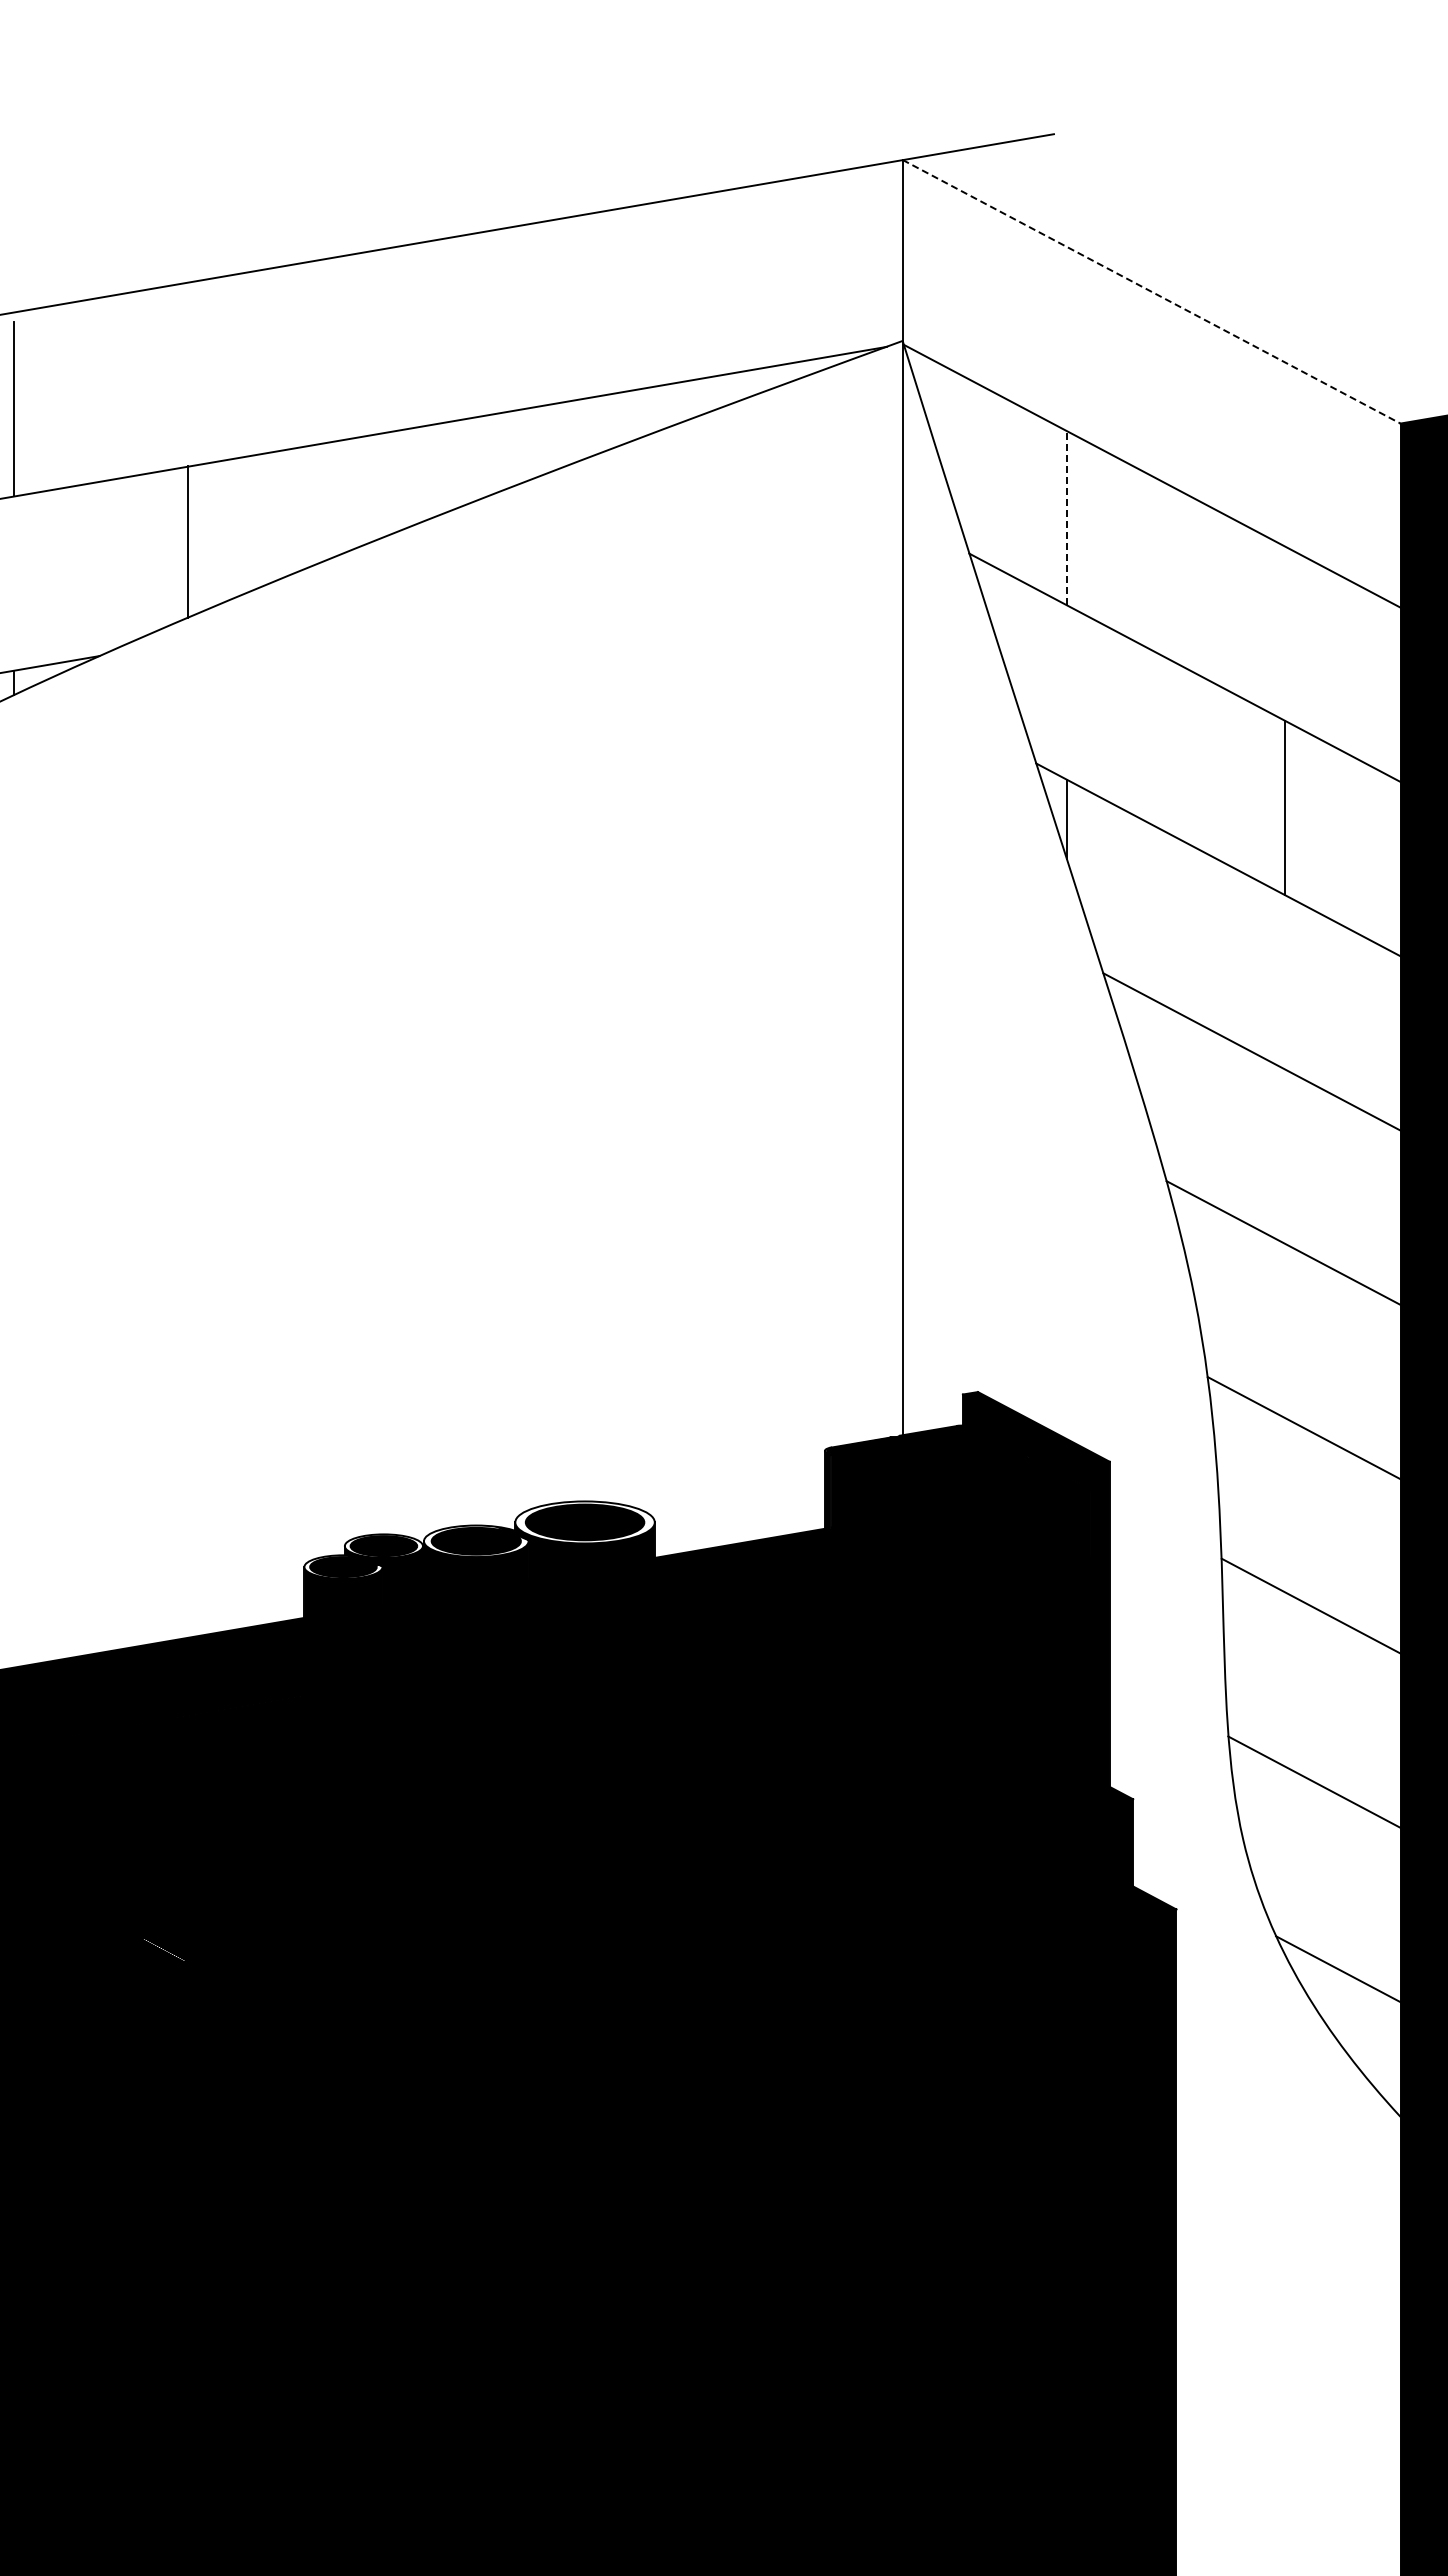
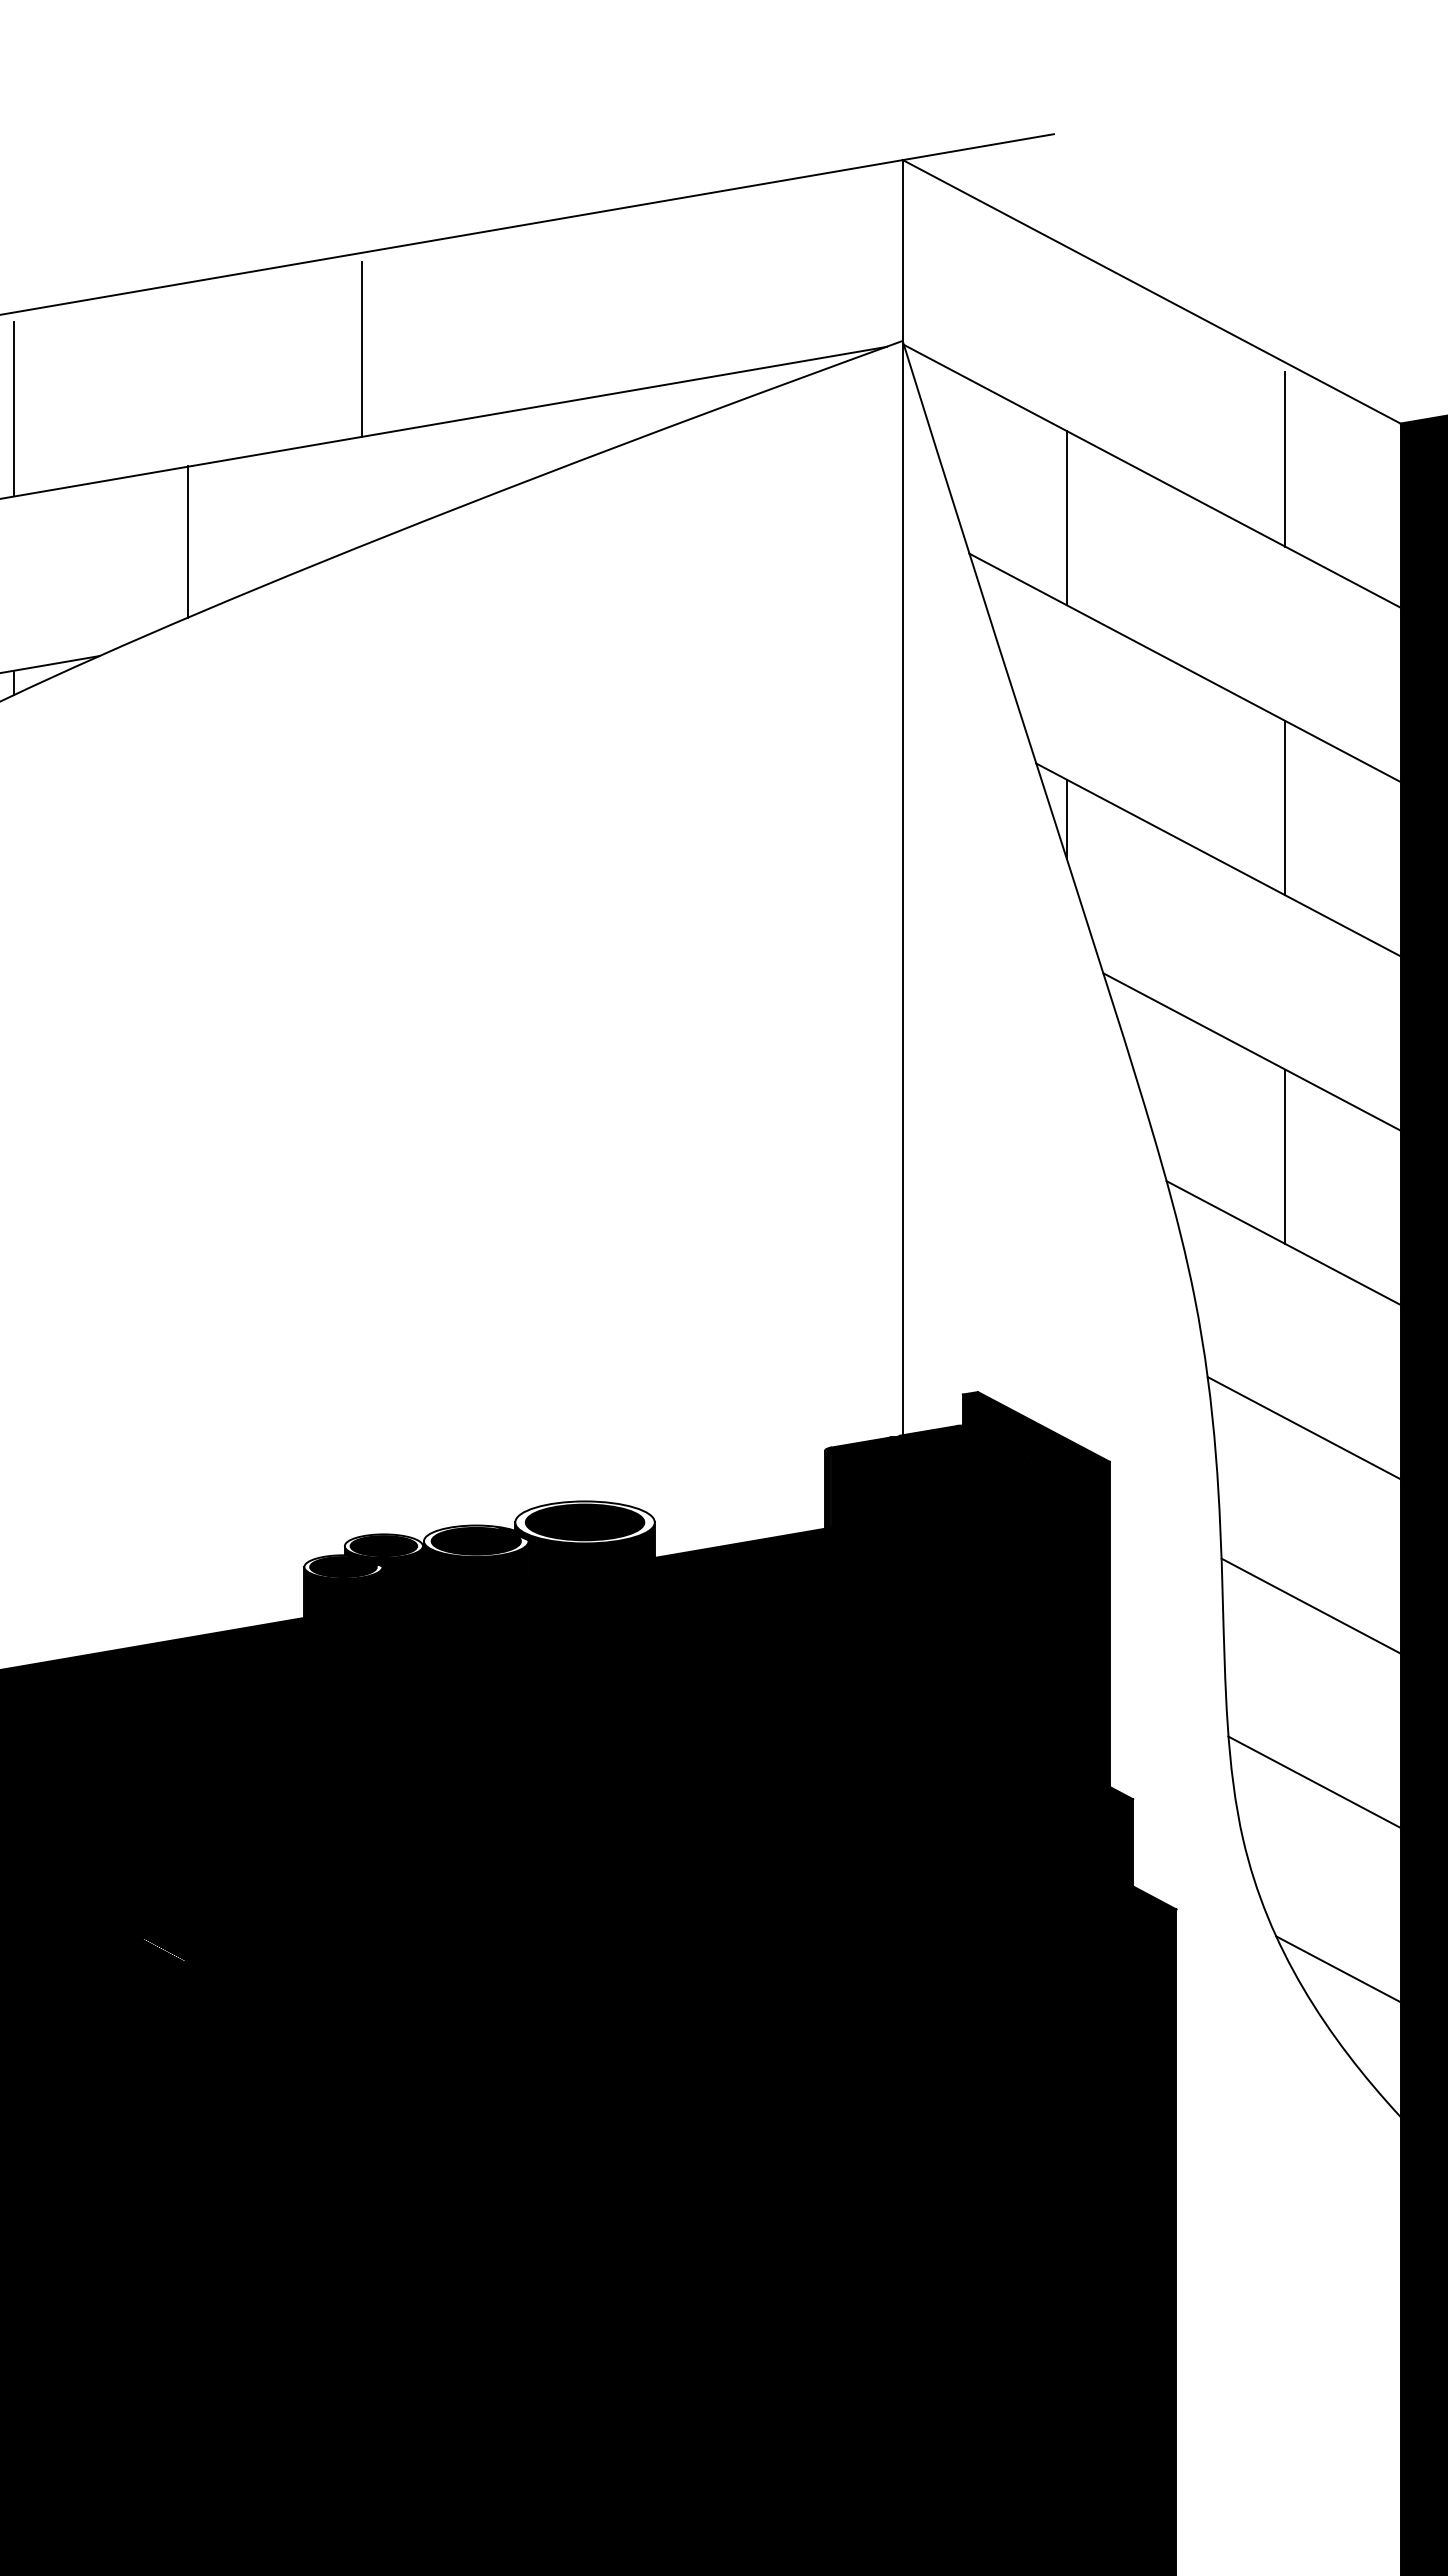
line at (1151, 291): dashed -> solid
line at (362, 349): none -> present
line at (1285, 459): none -> present
line at (1066, 517): dashed -> solid
line at (1285, 1156): none -> present
